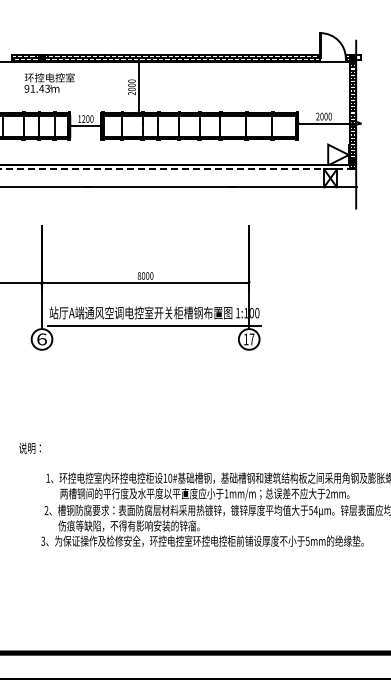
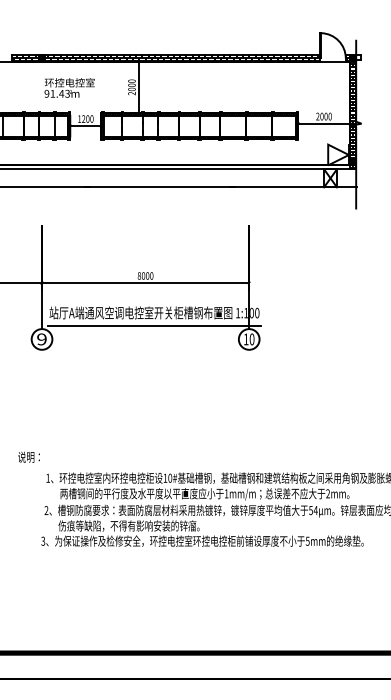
text at (49, 82) position: (49, 82) -> (69, 87)
line at (178, 169): dashed -> solid
text at (41, 339): 6 -> 9
text at (251, 339): 17 -> 10
text at (29, 447) position: (29, 447) -> (28, 456)
